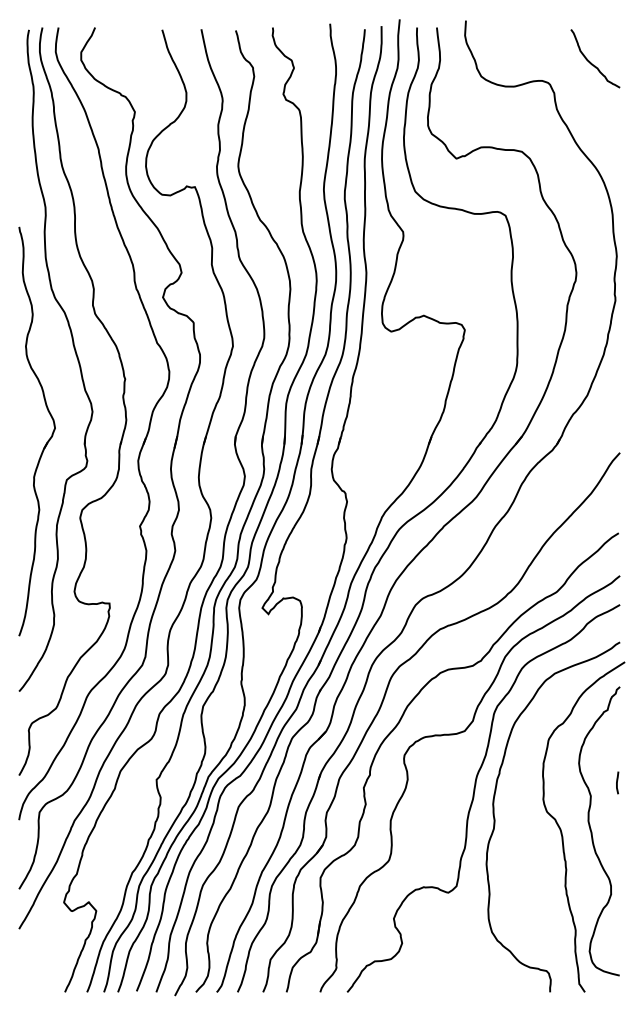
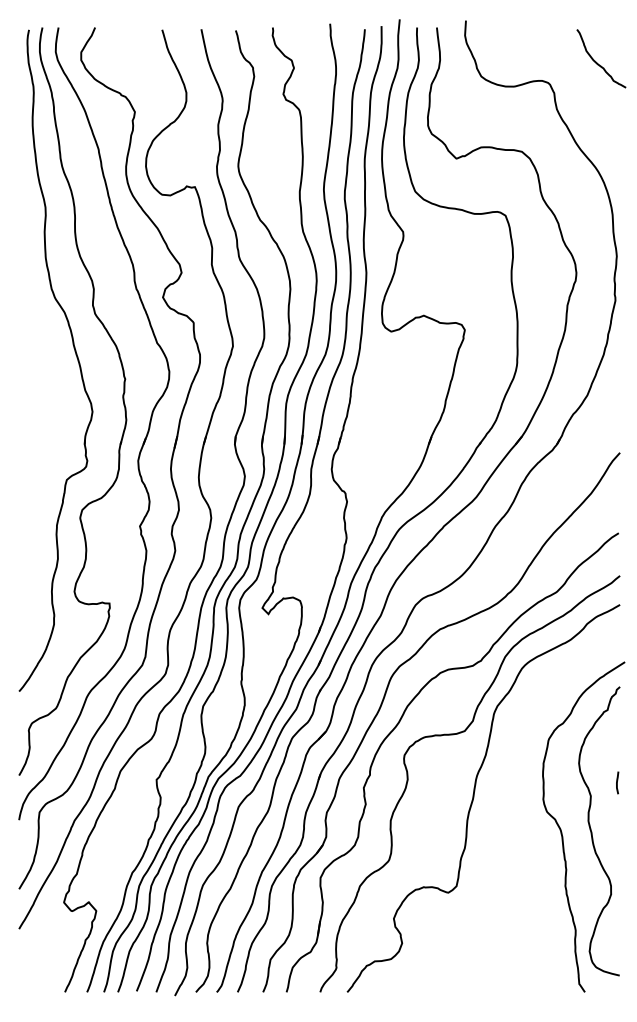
curve at (591, 62) position: (591, 62) -> (597, 62)
part at (47, 440): present -> none
curve at (495, 818): present -> none
